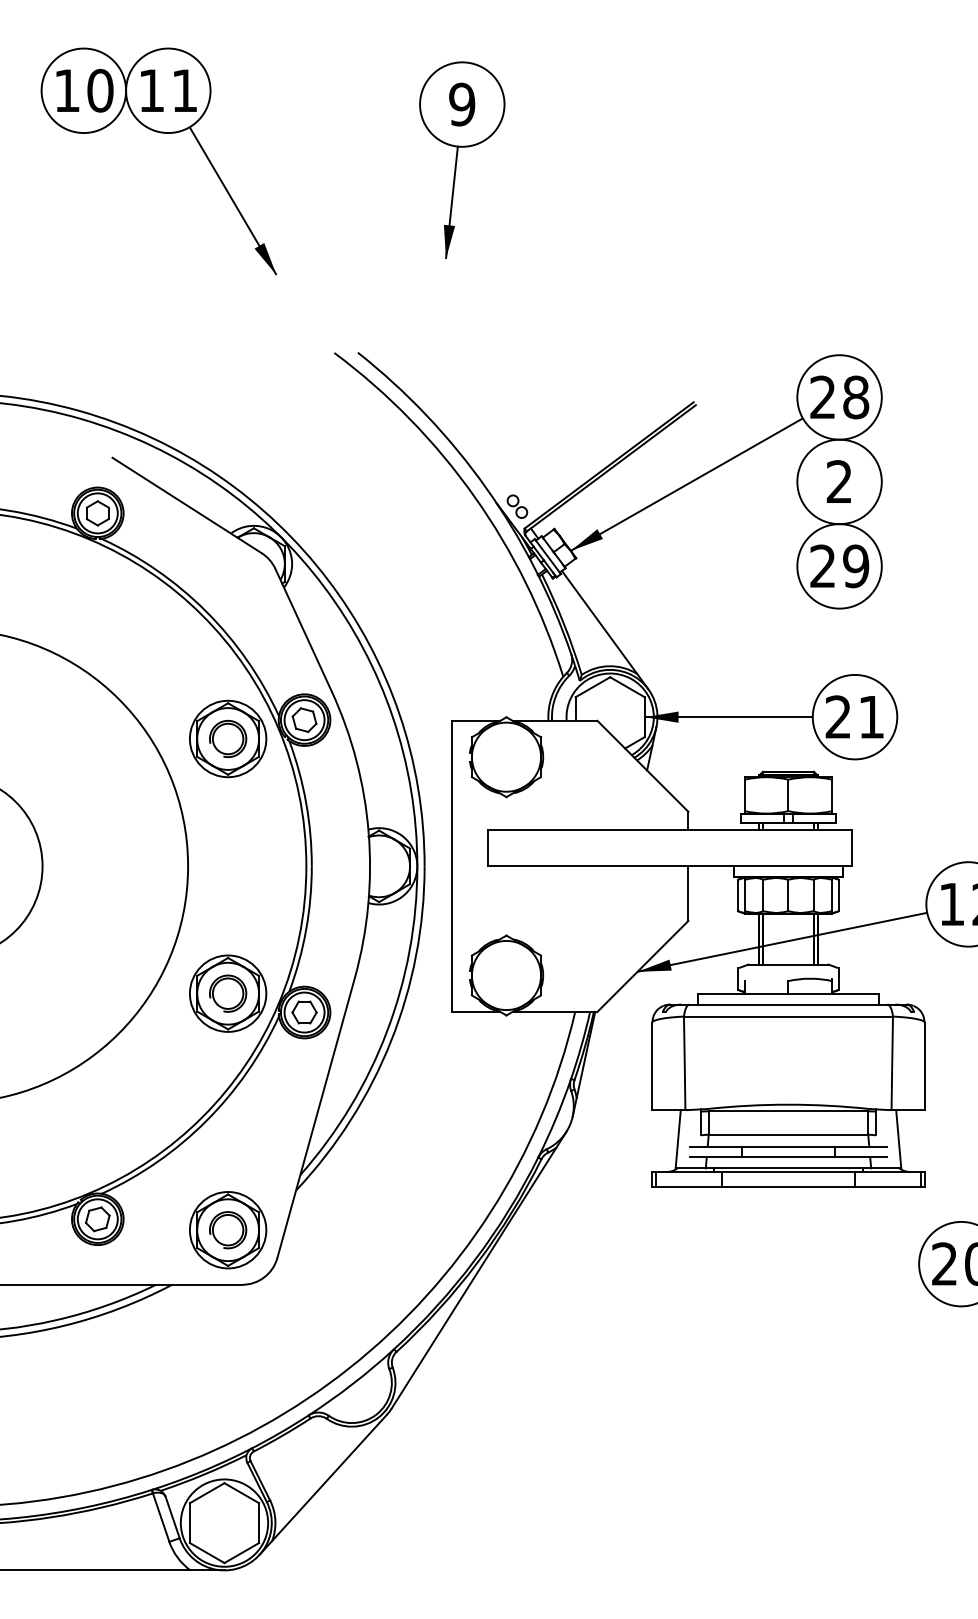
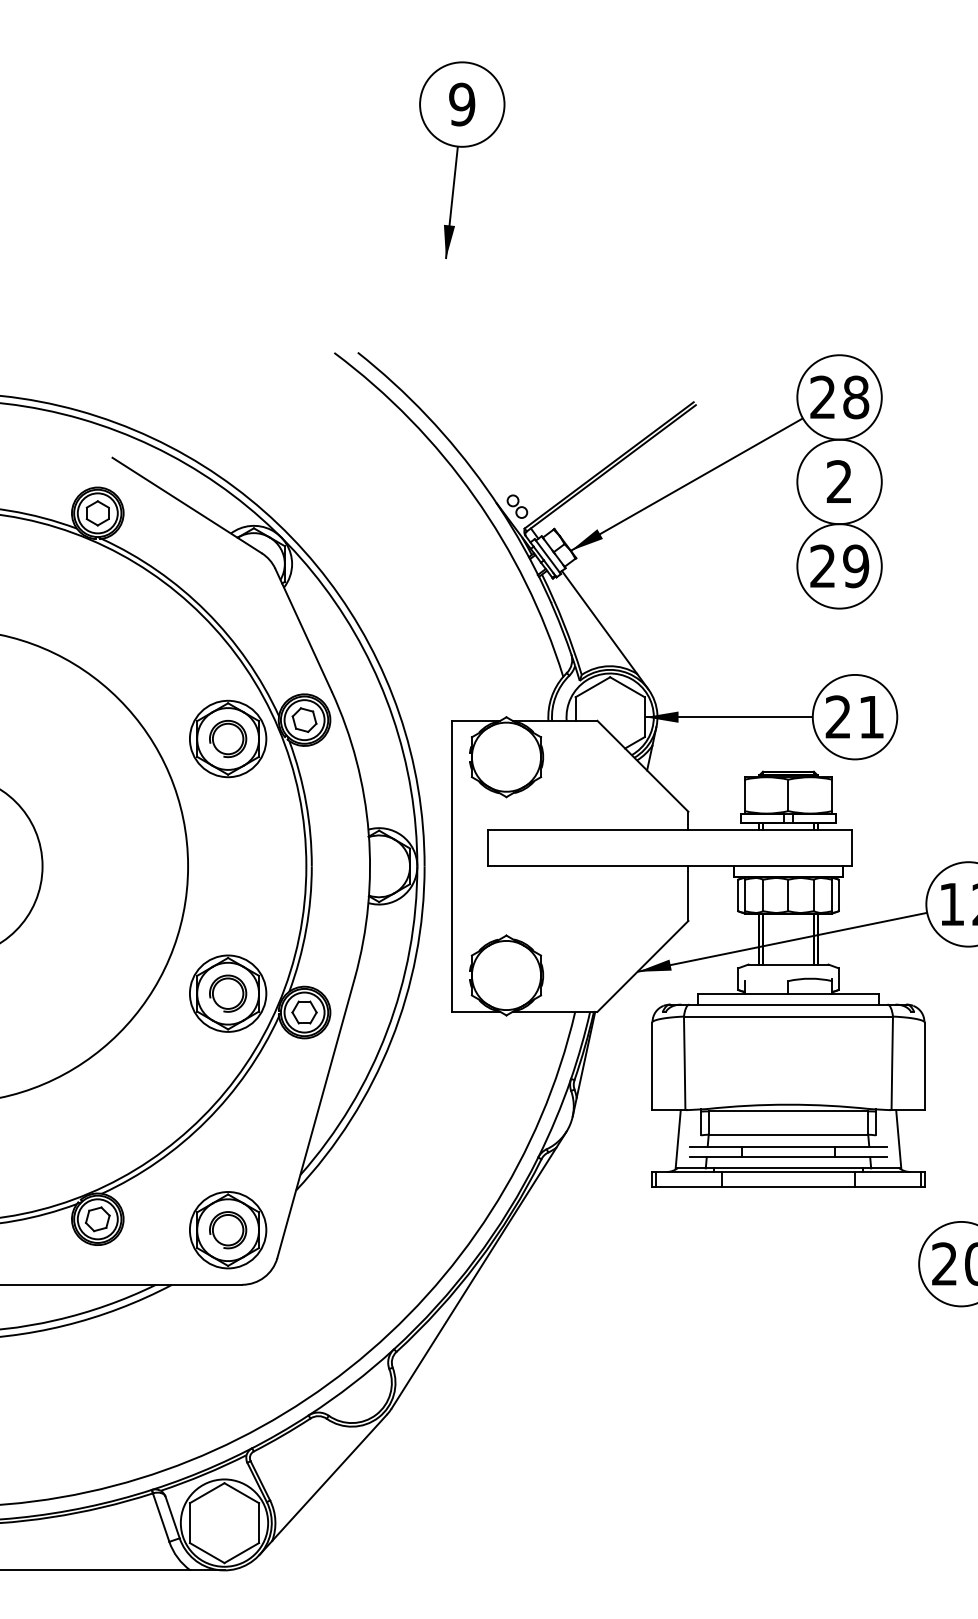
part at (160, 133): present -> none
